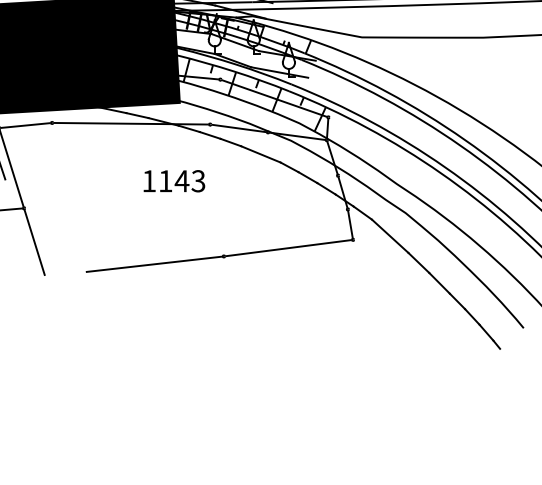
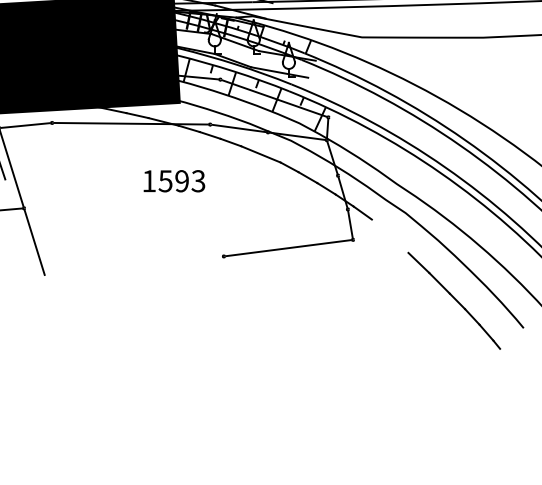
text at (173, 181): 1143 -> 1593
line at (389, 235): present -> none
line at (153, 263): present -> none
